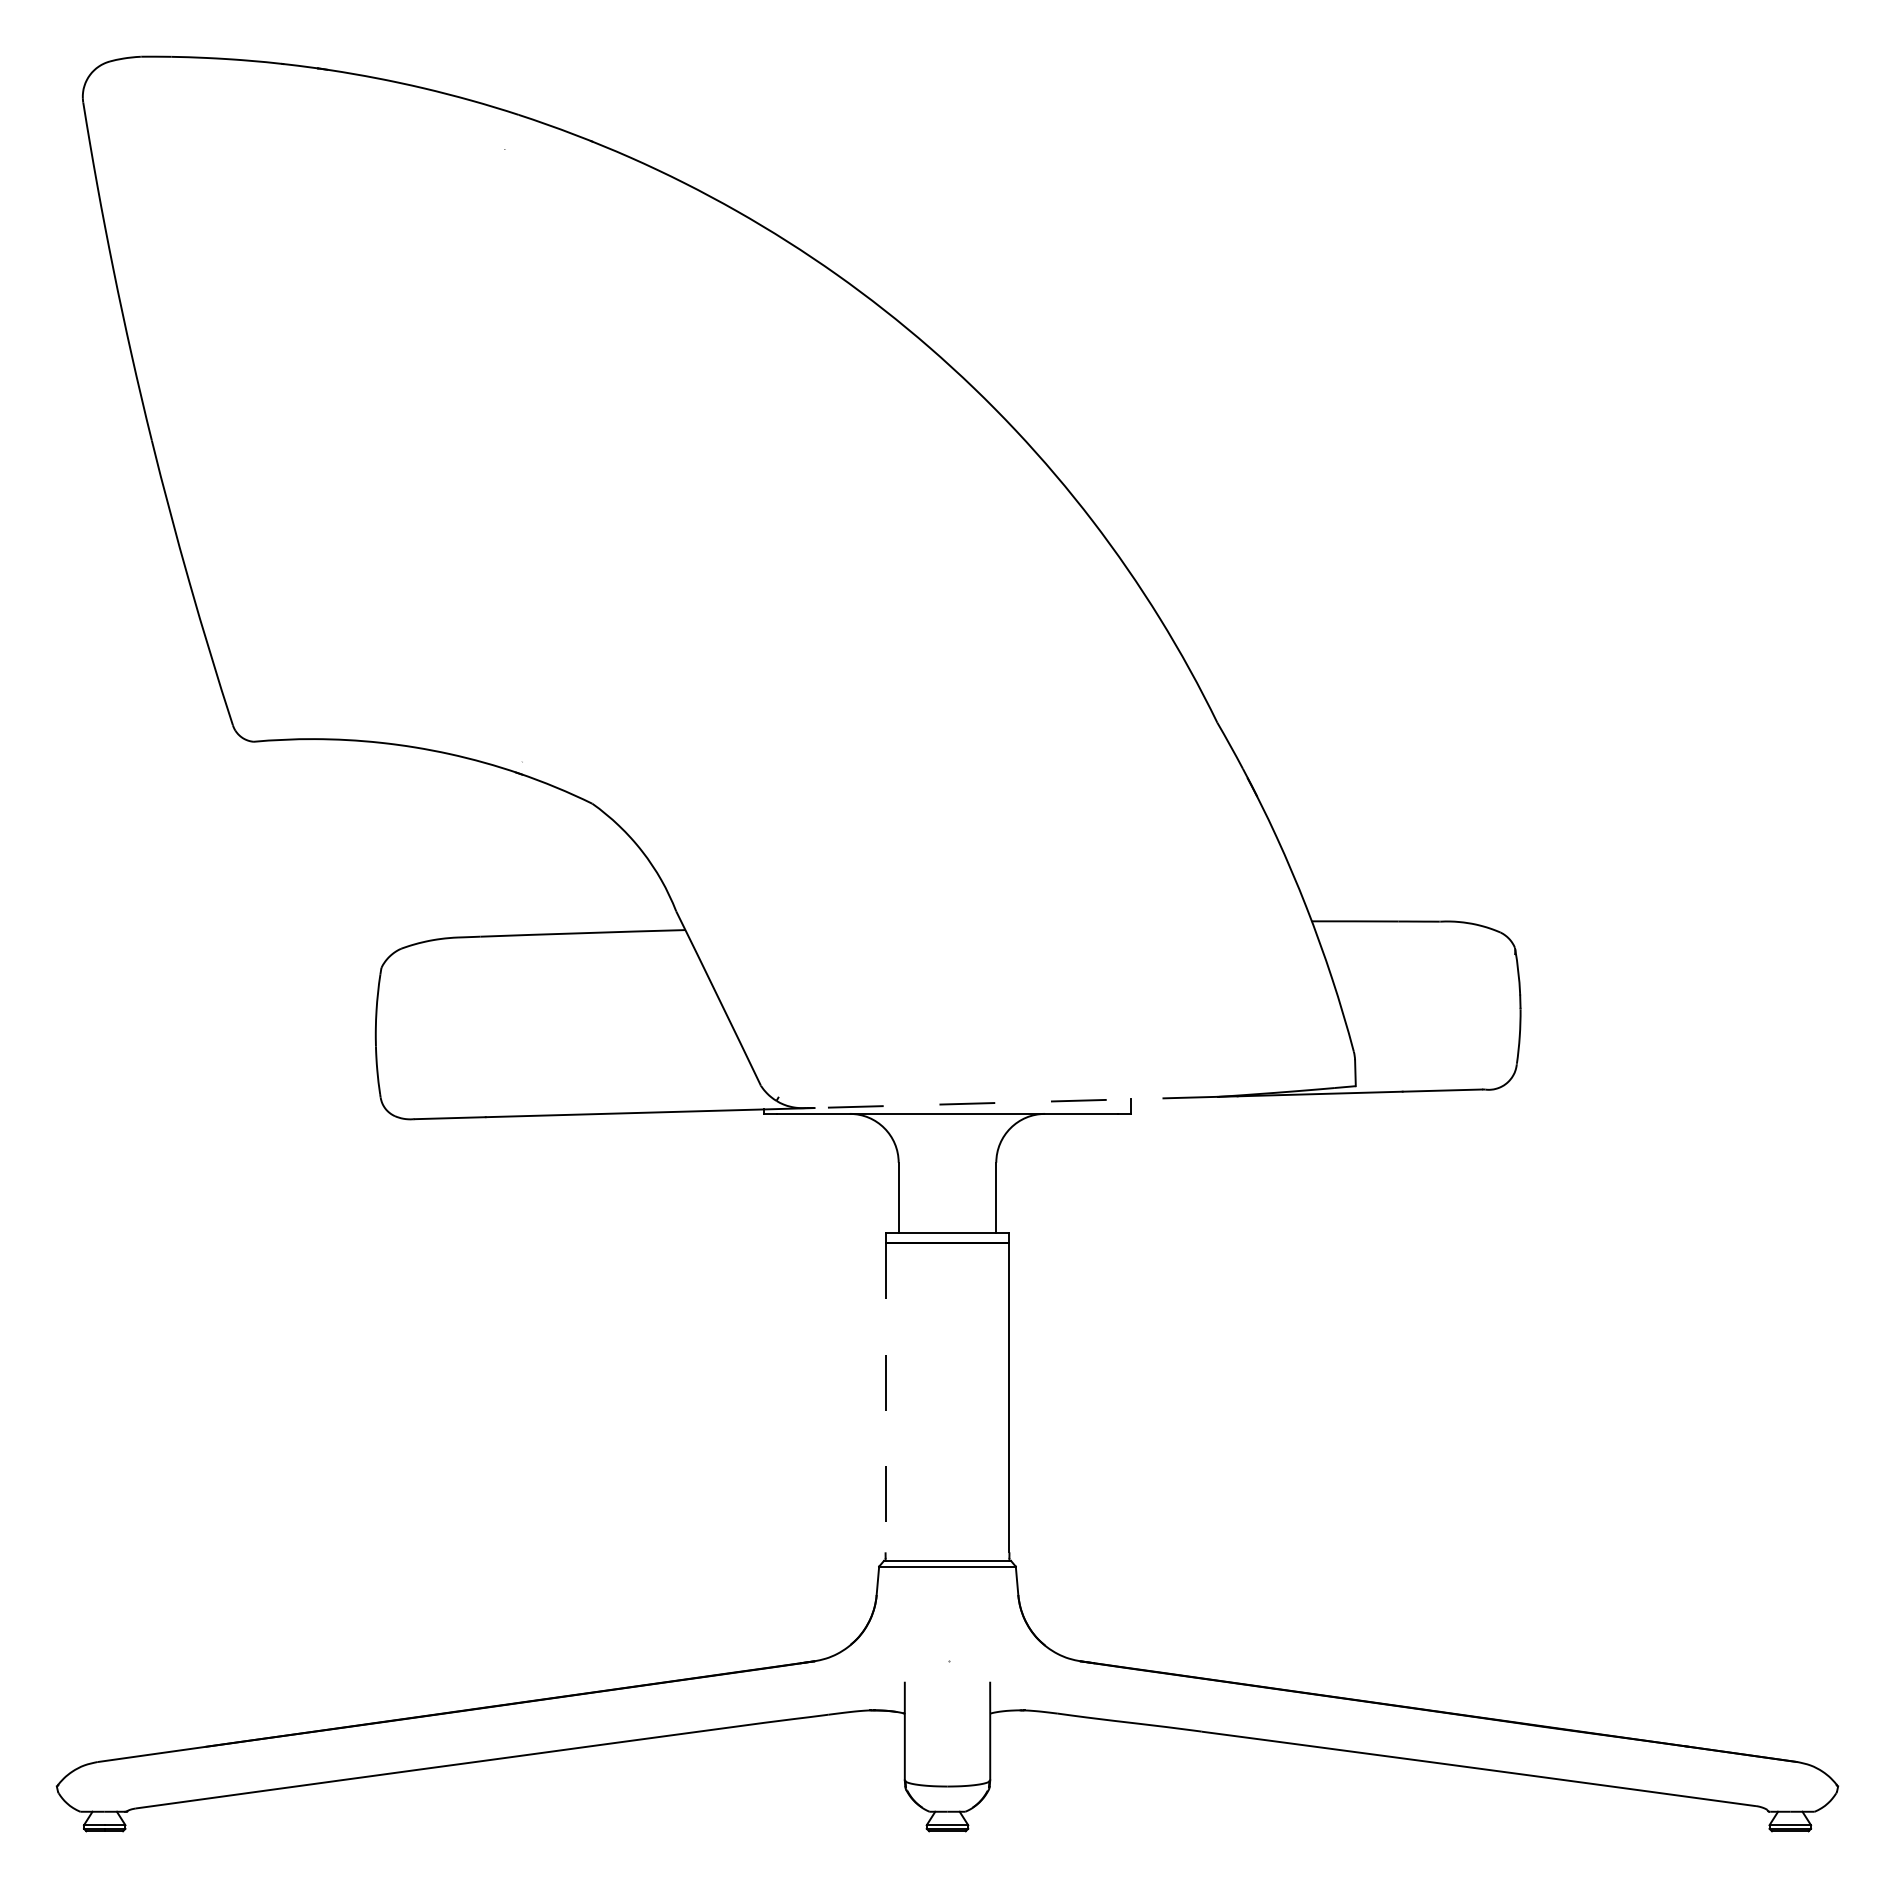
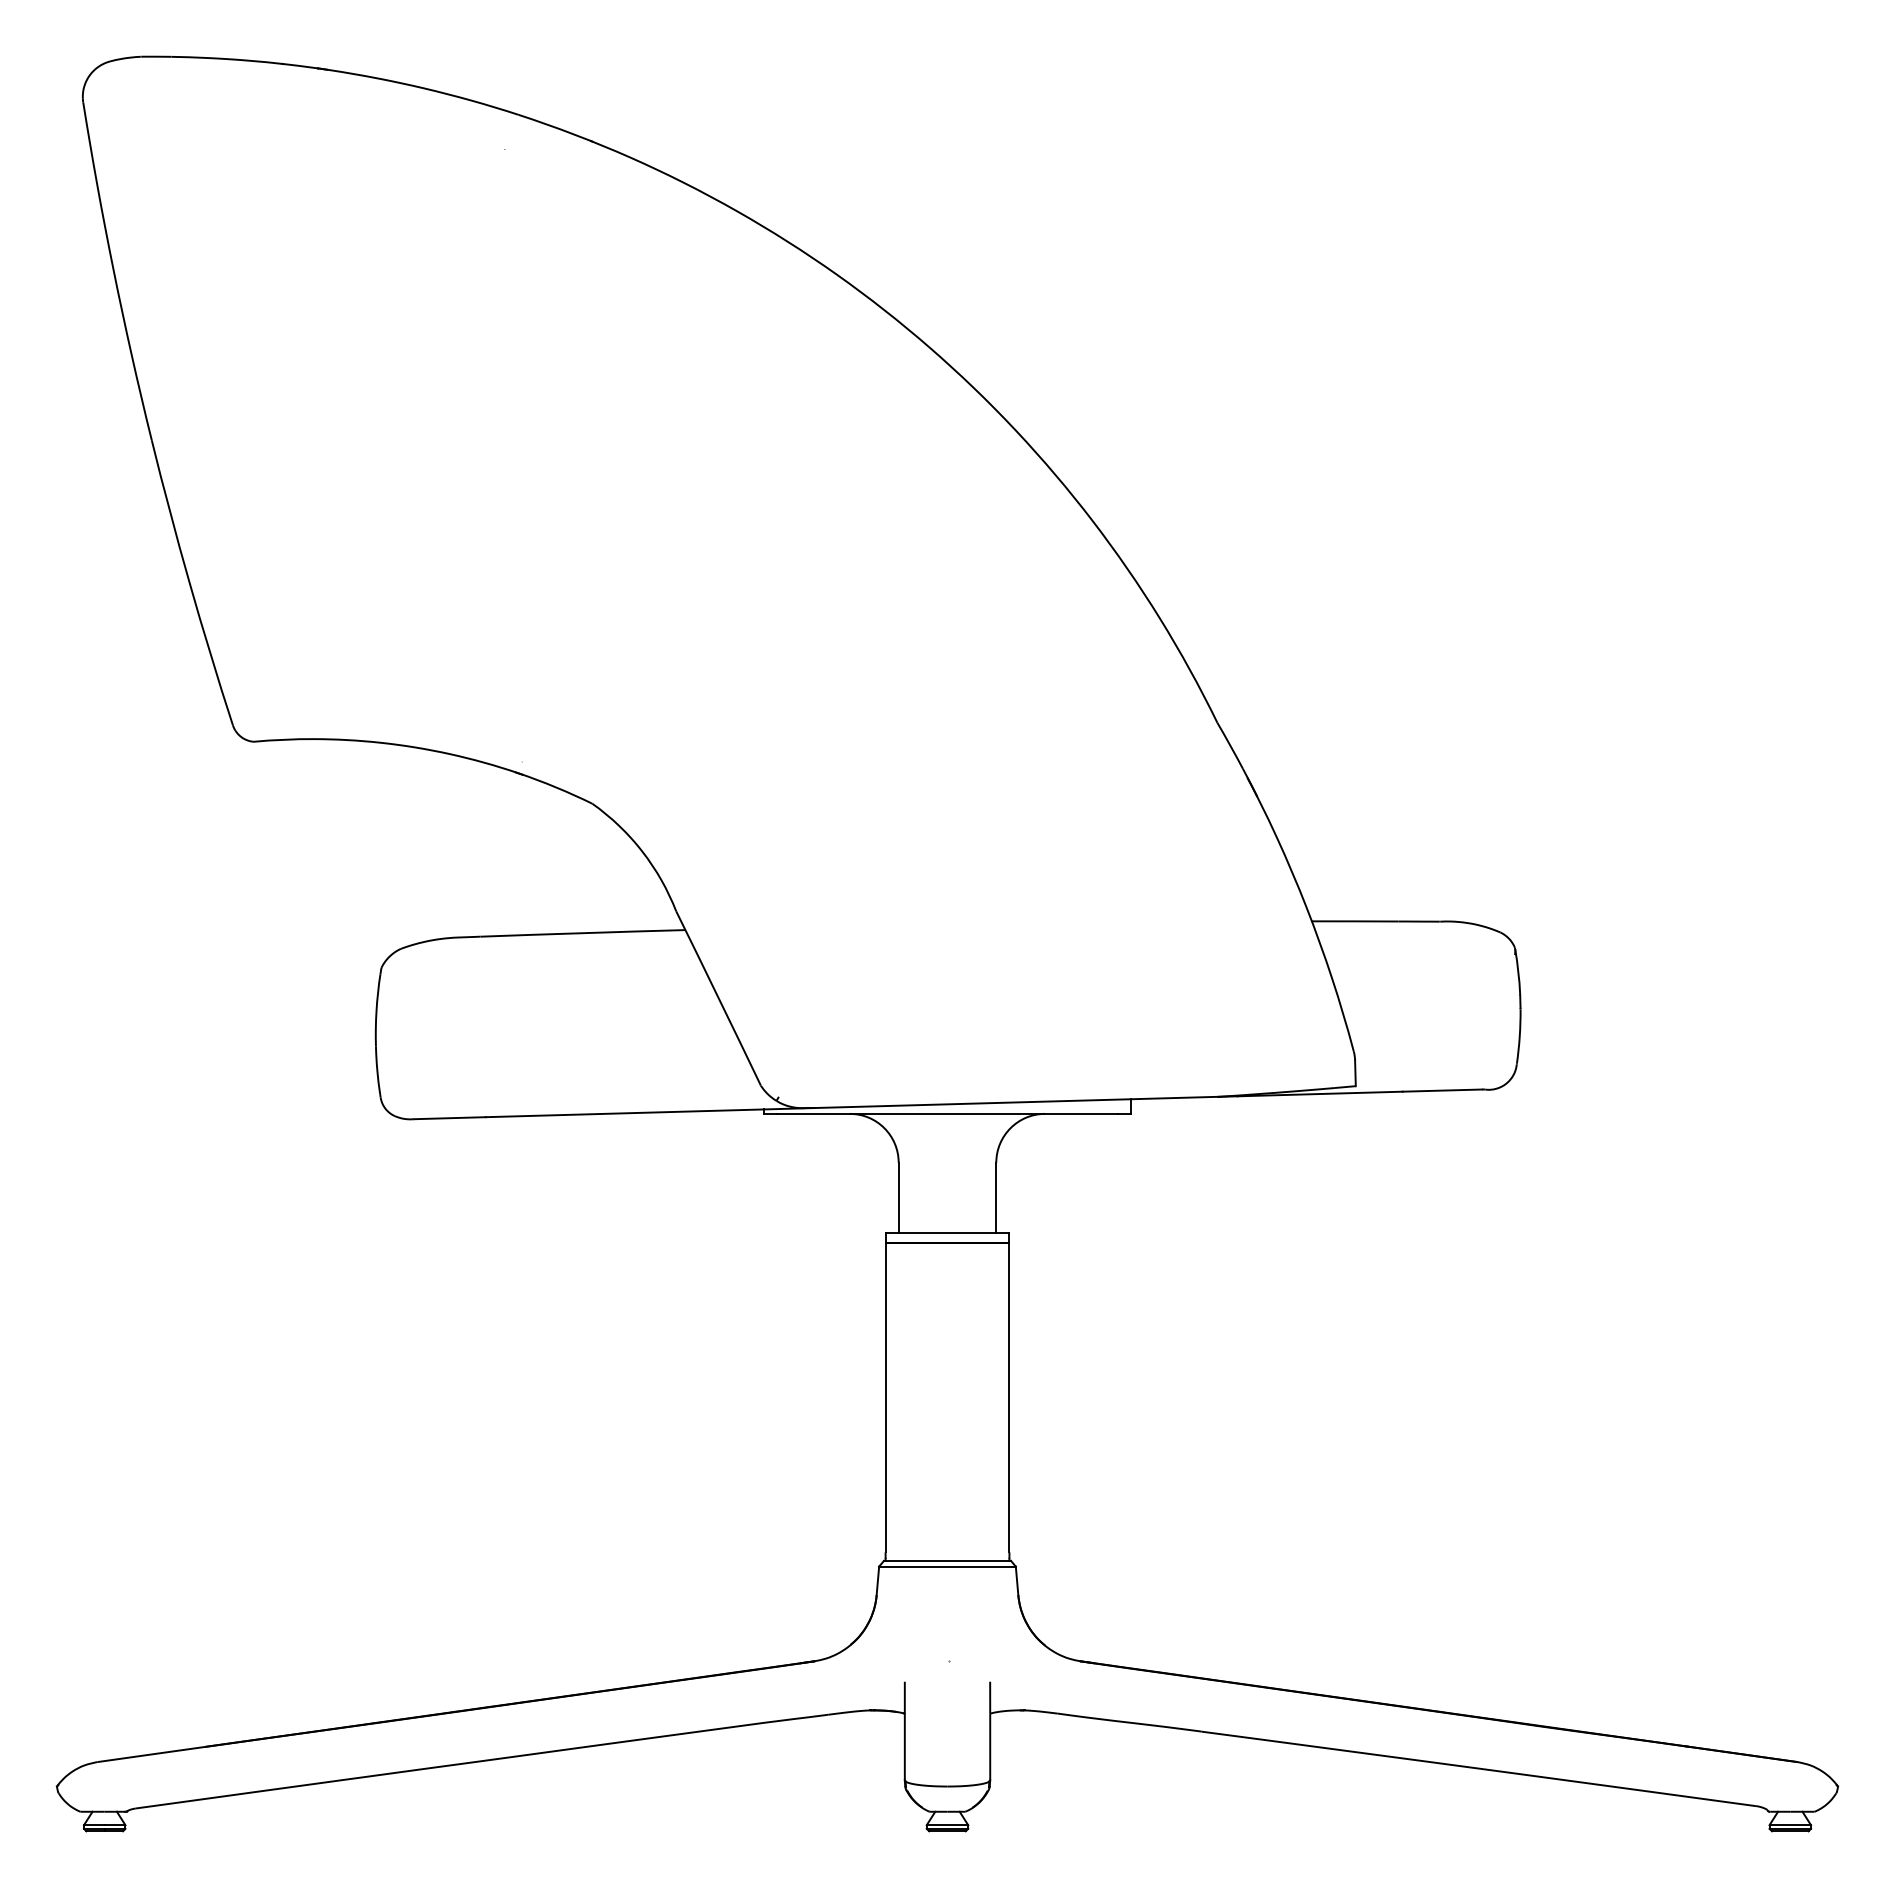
line at (1016, 1102): dashed -> solid
line at (885, 1397): dashed -> solid
